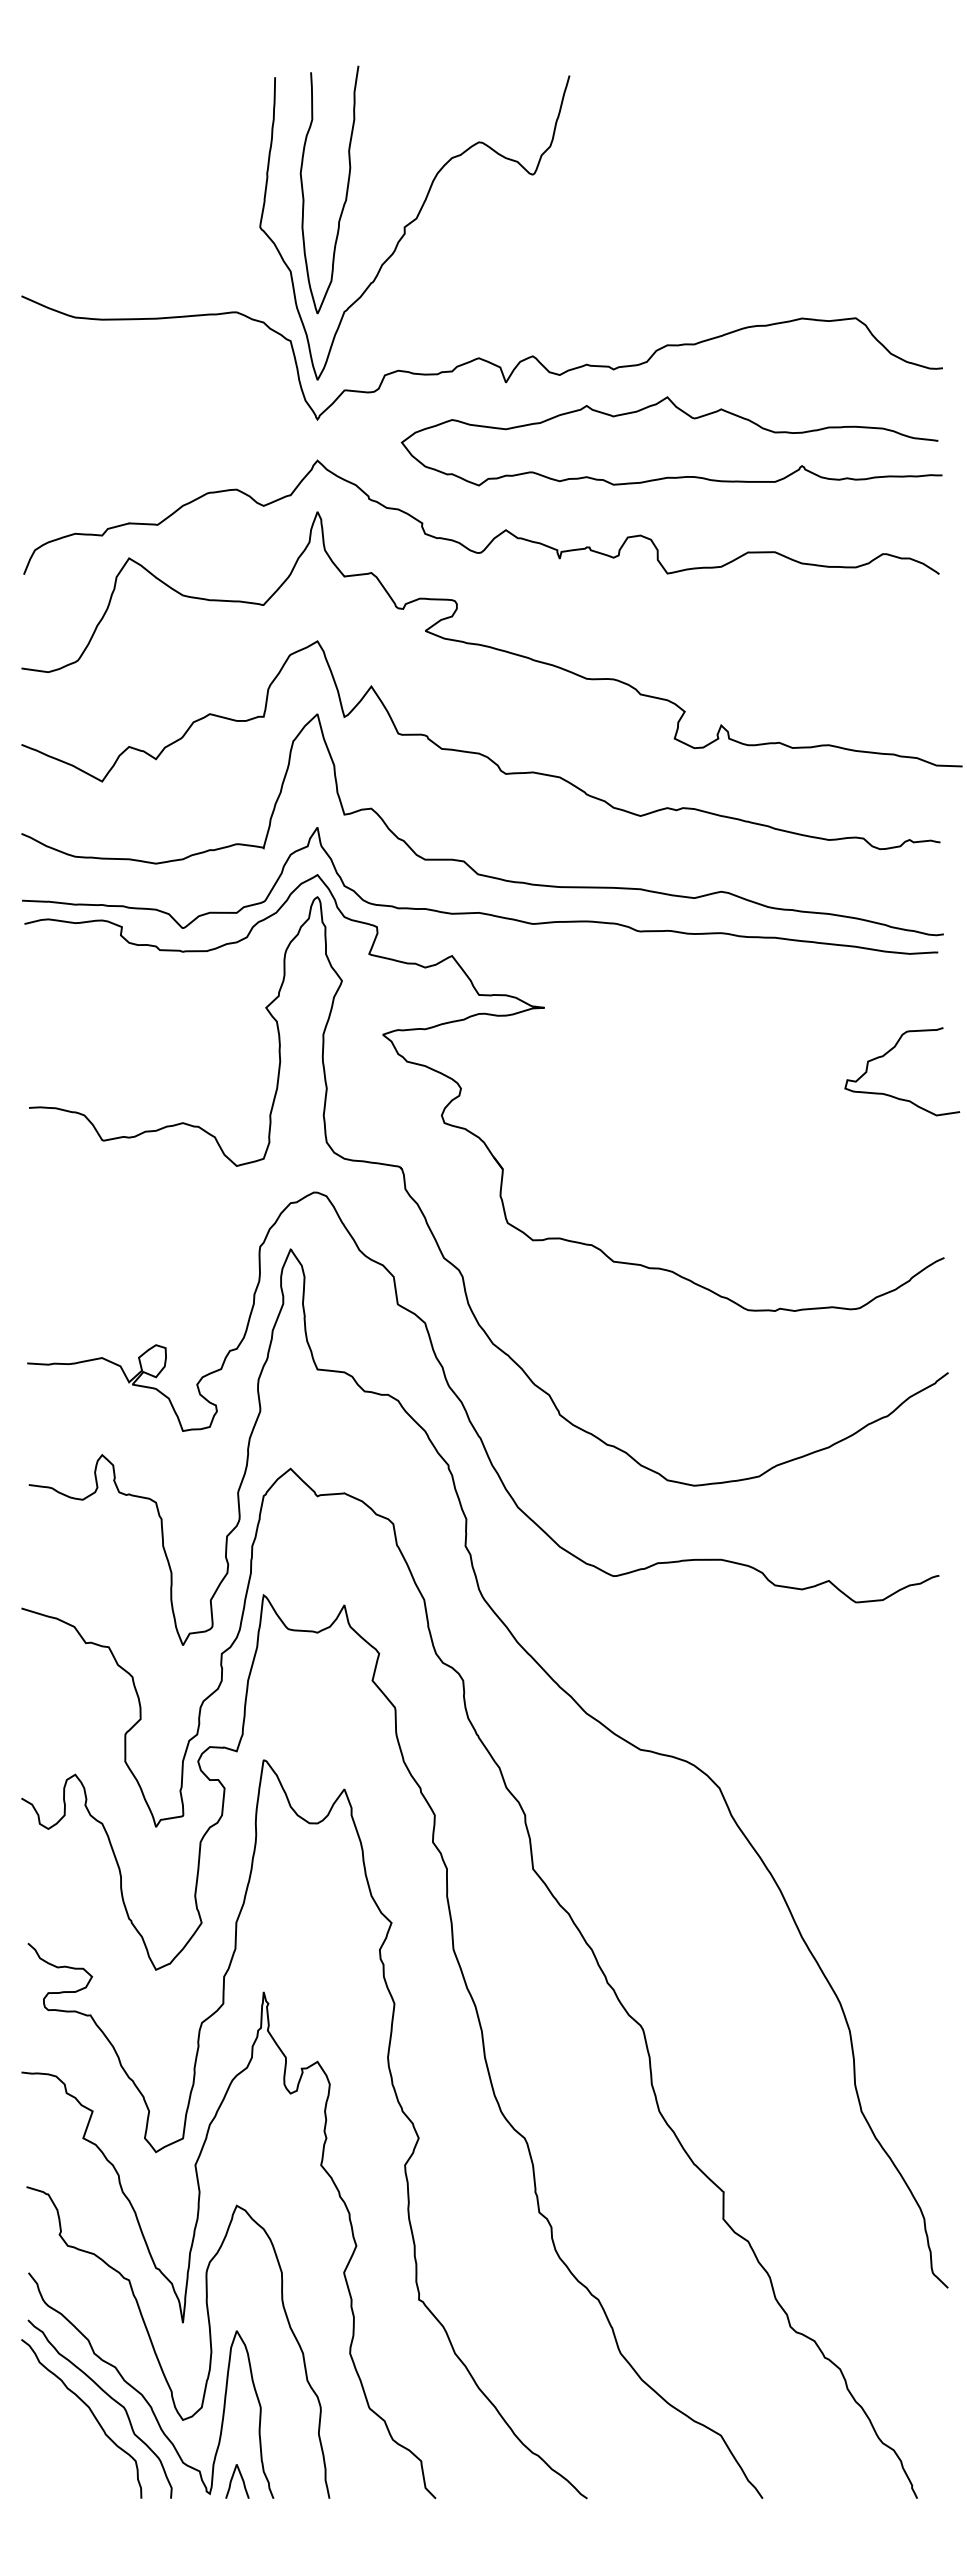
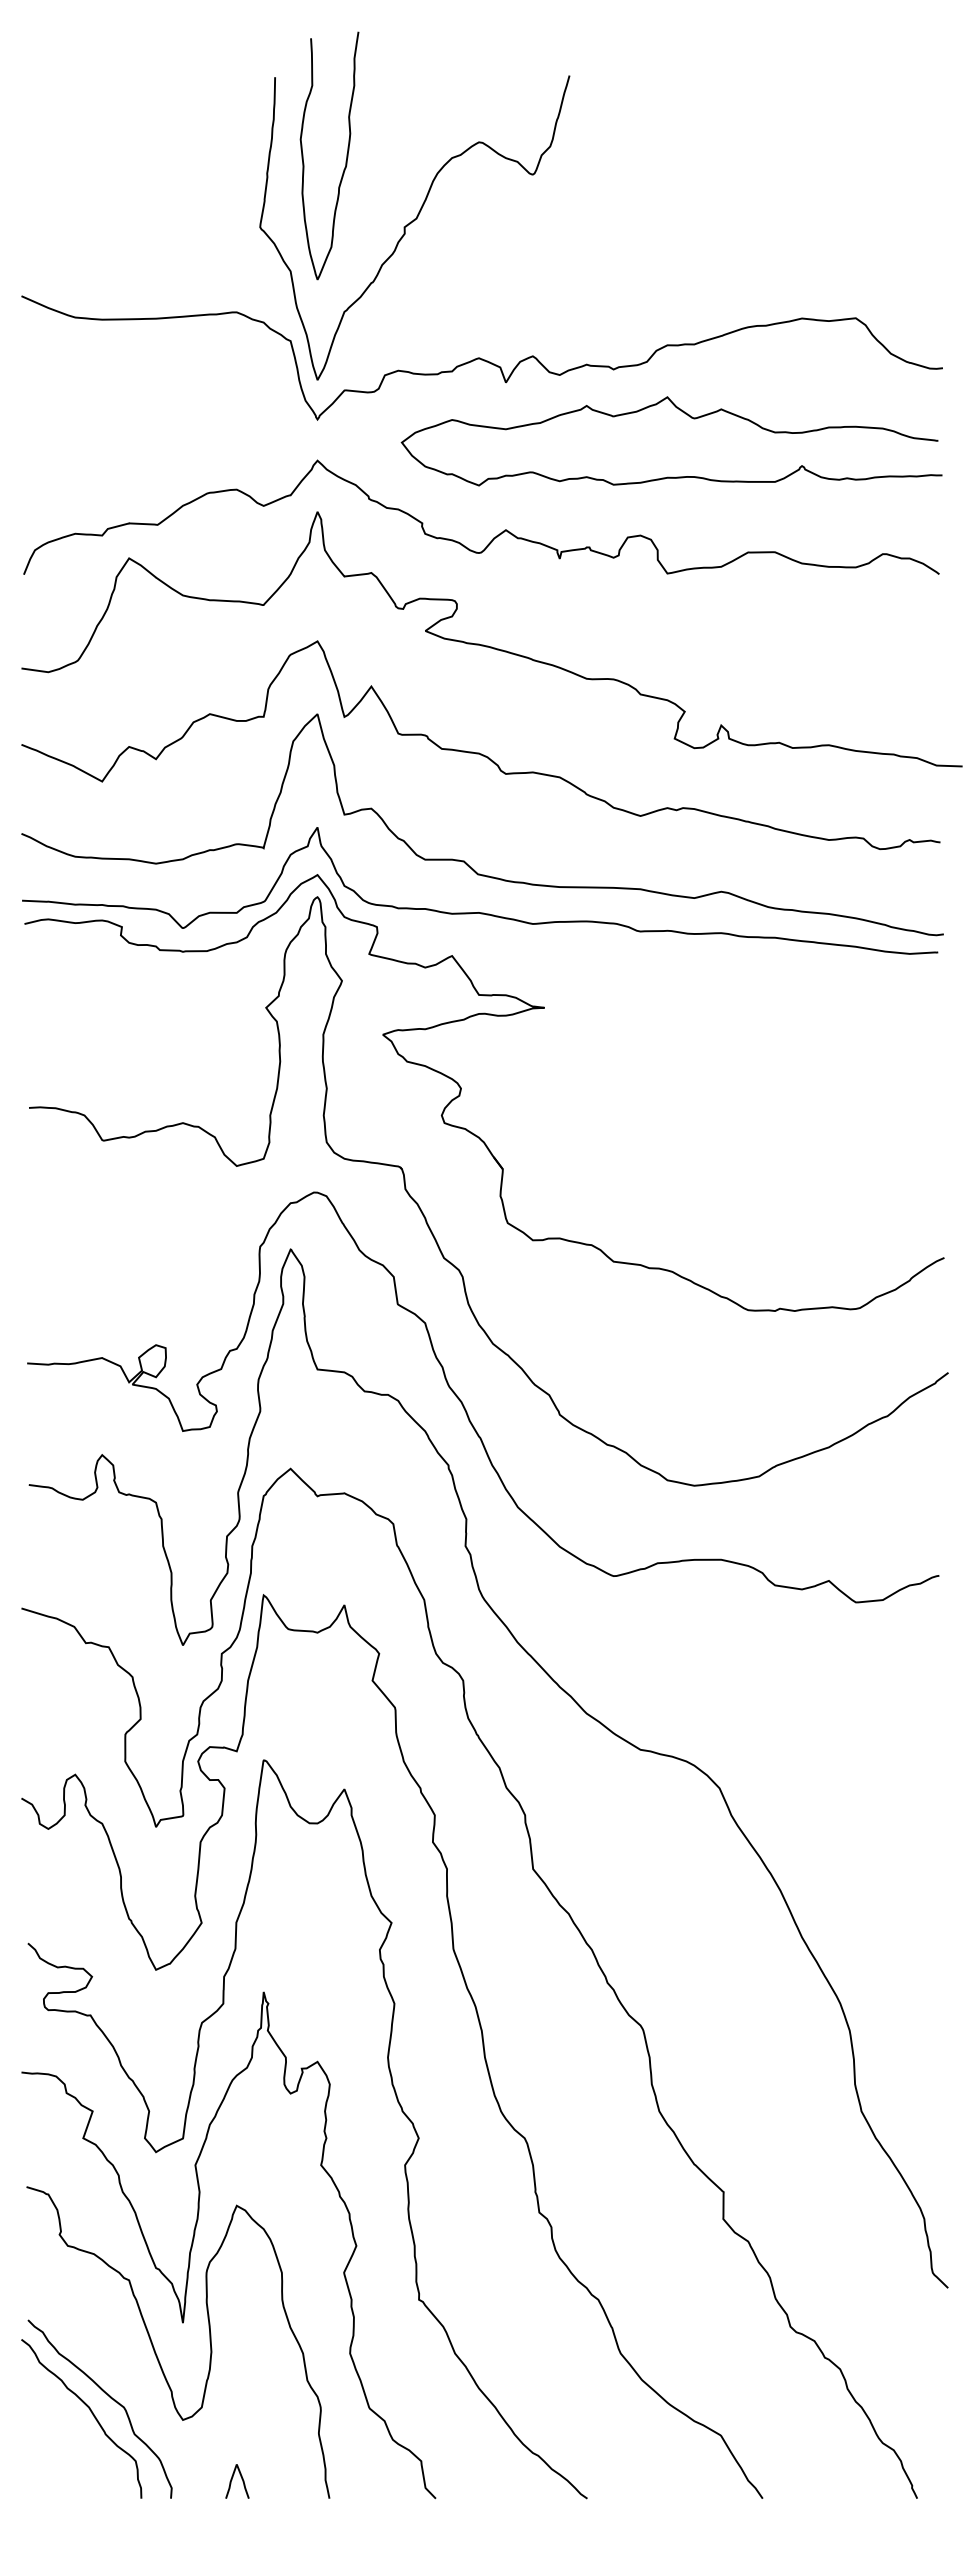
curve at (346, 189) position: (346, 189) -> (346, 155)
curve at (889, 1052): present -> none
curve at (142, 2394): present -> none
